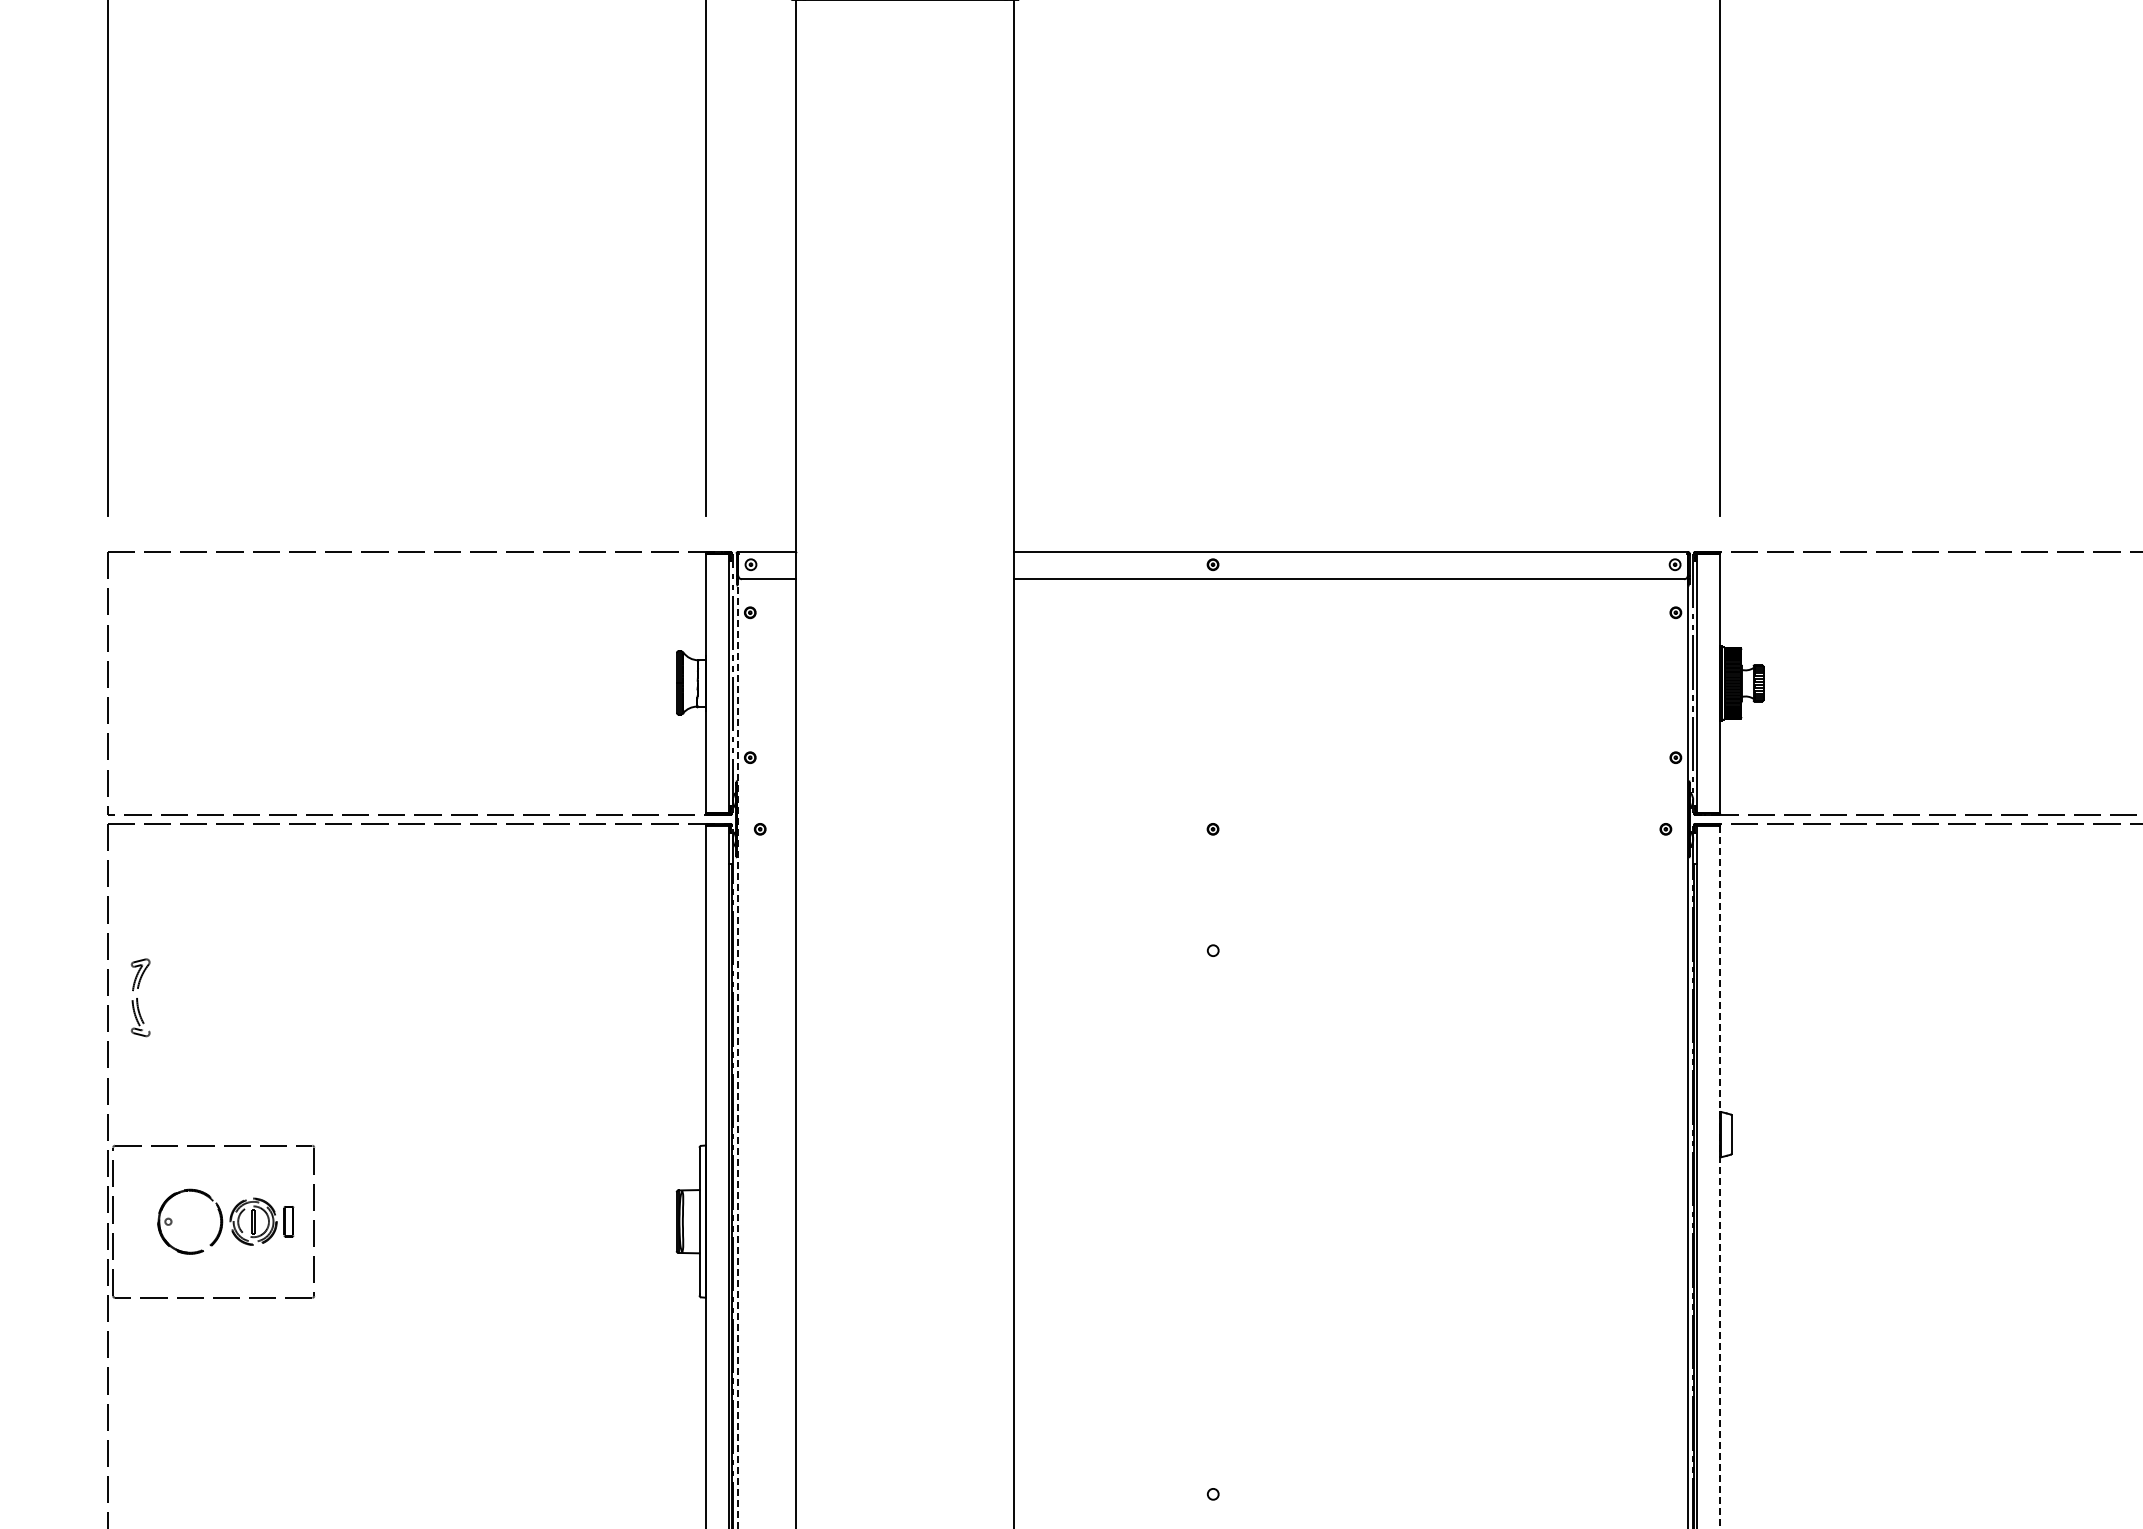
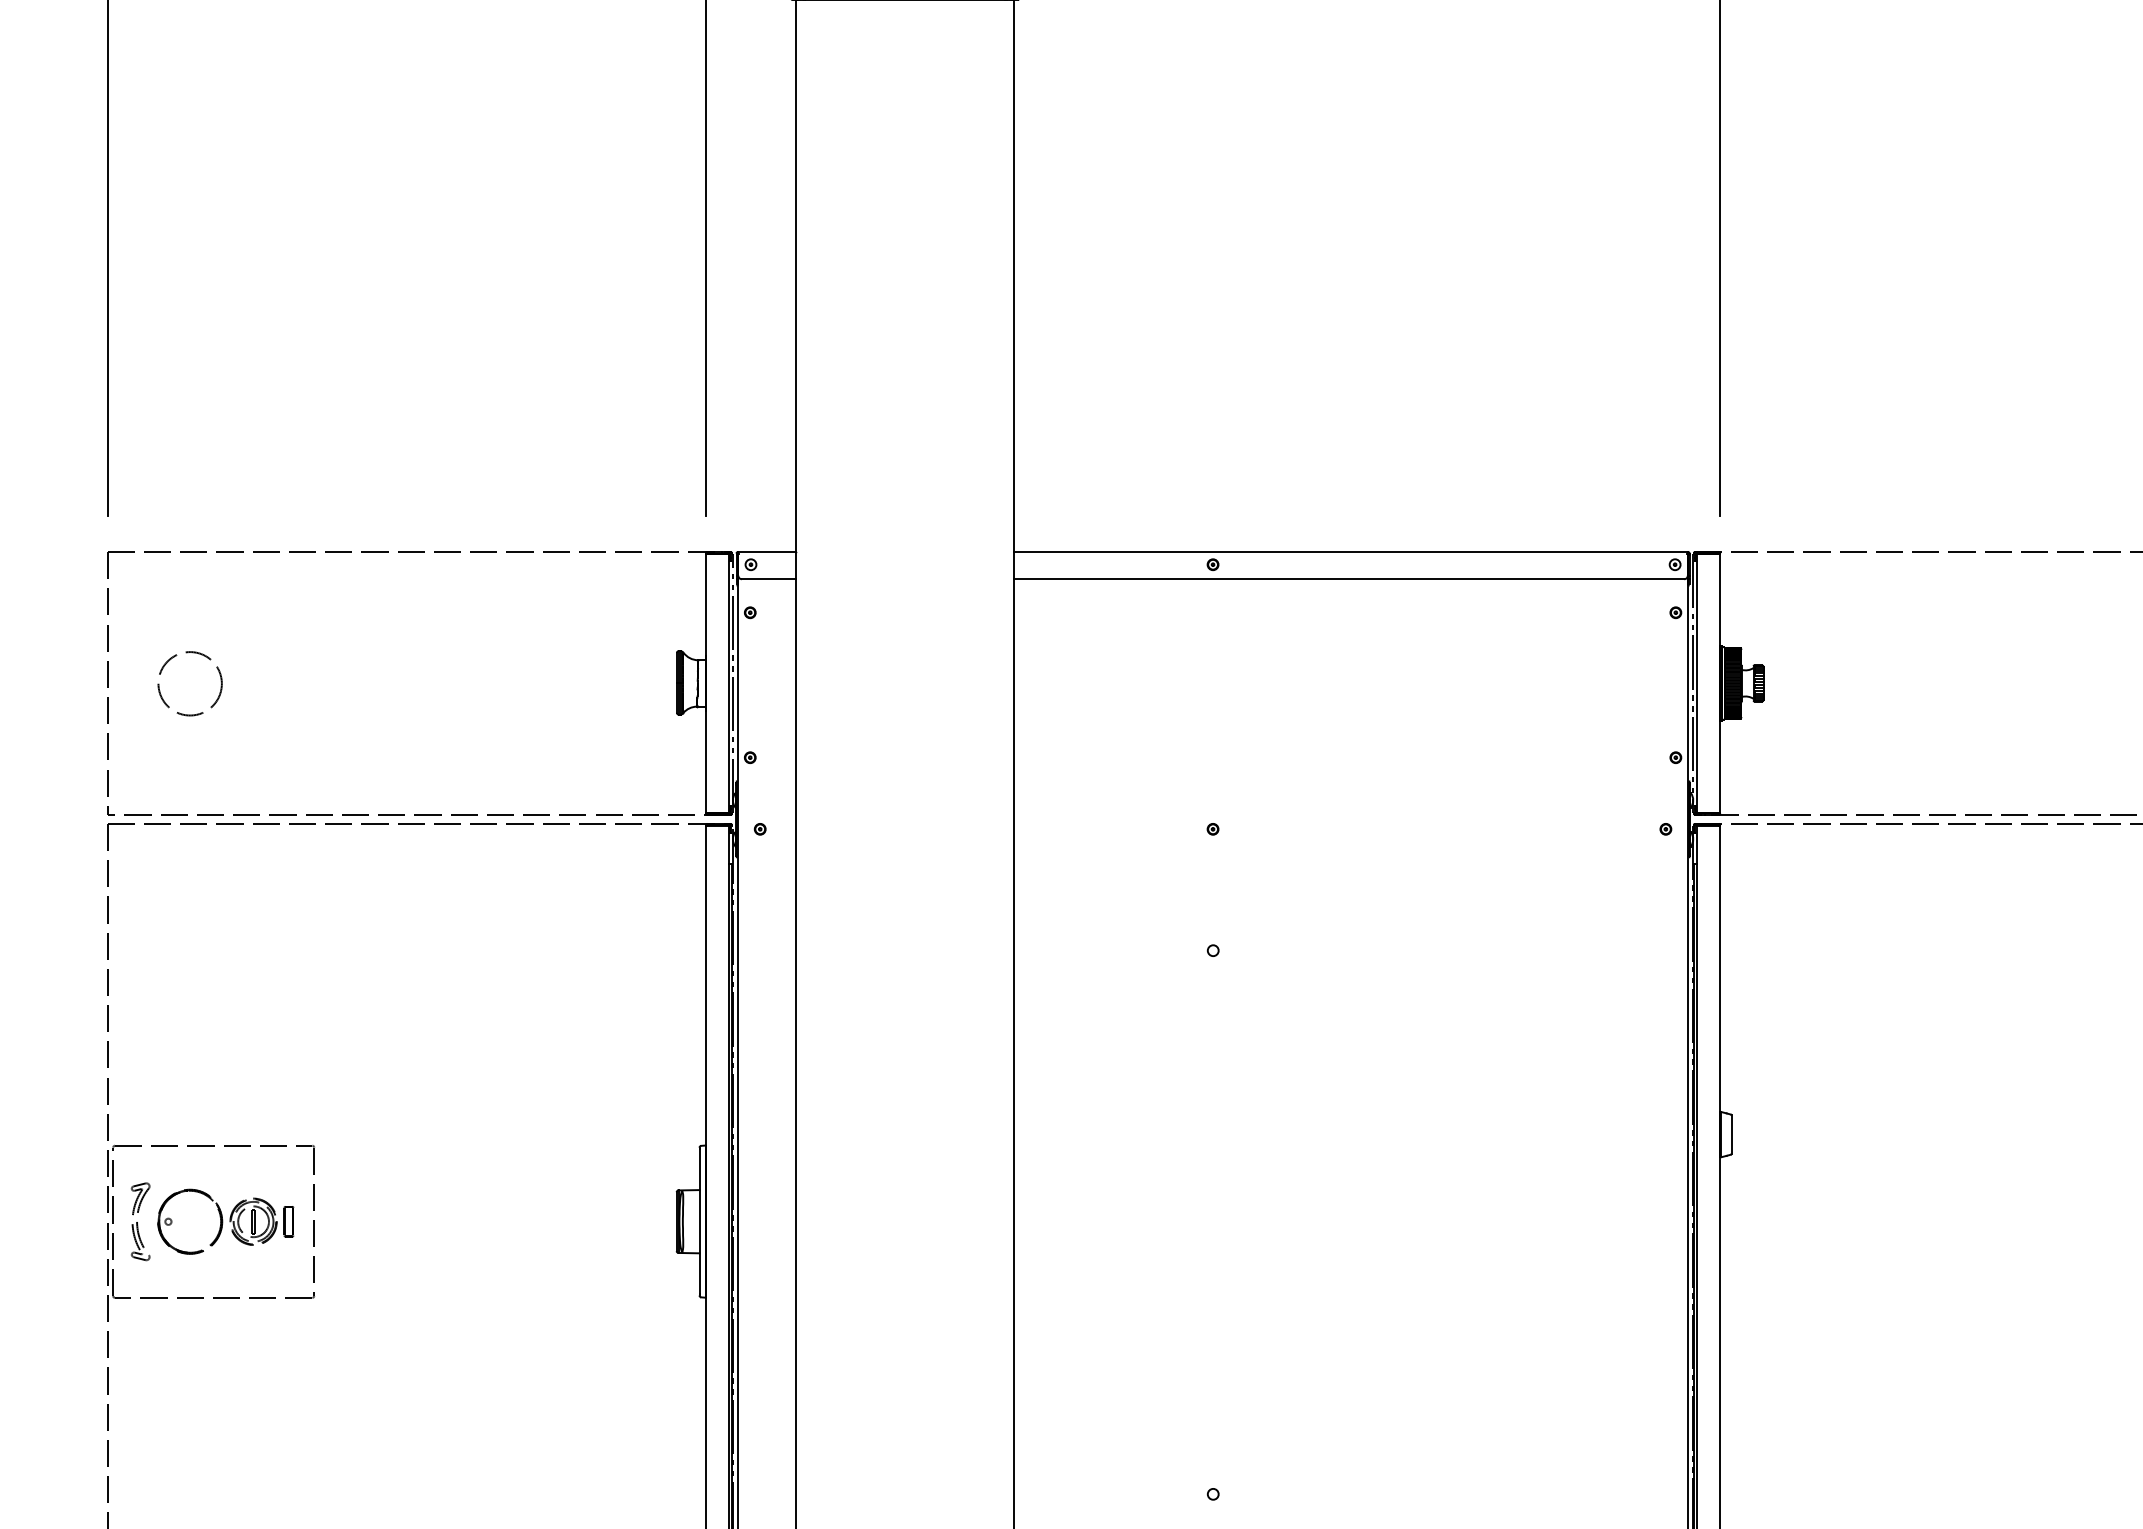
circle at (189, 683): none -> present
part at (140, 997) position: (140, 997) -> (140, 1221)
line at (737, 1041): dashed -> solid
line at (1720, 1177): dashed -> solid
